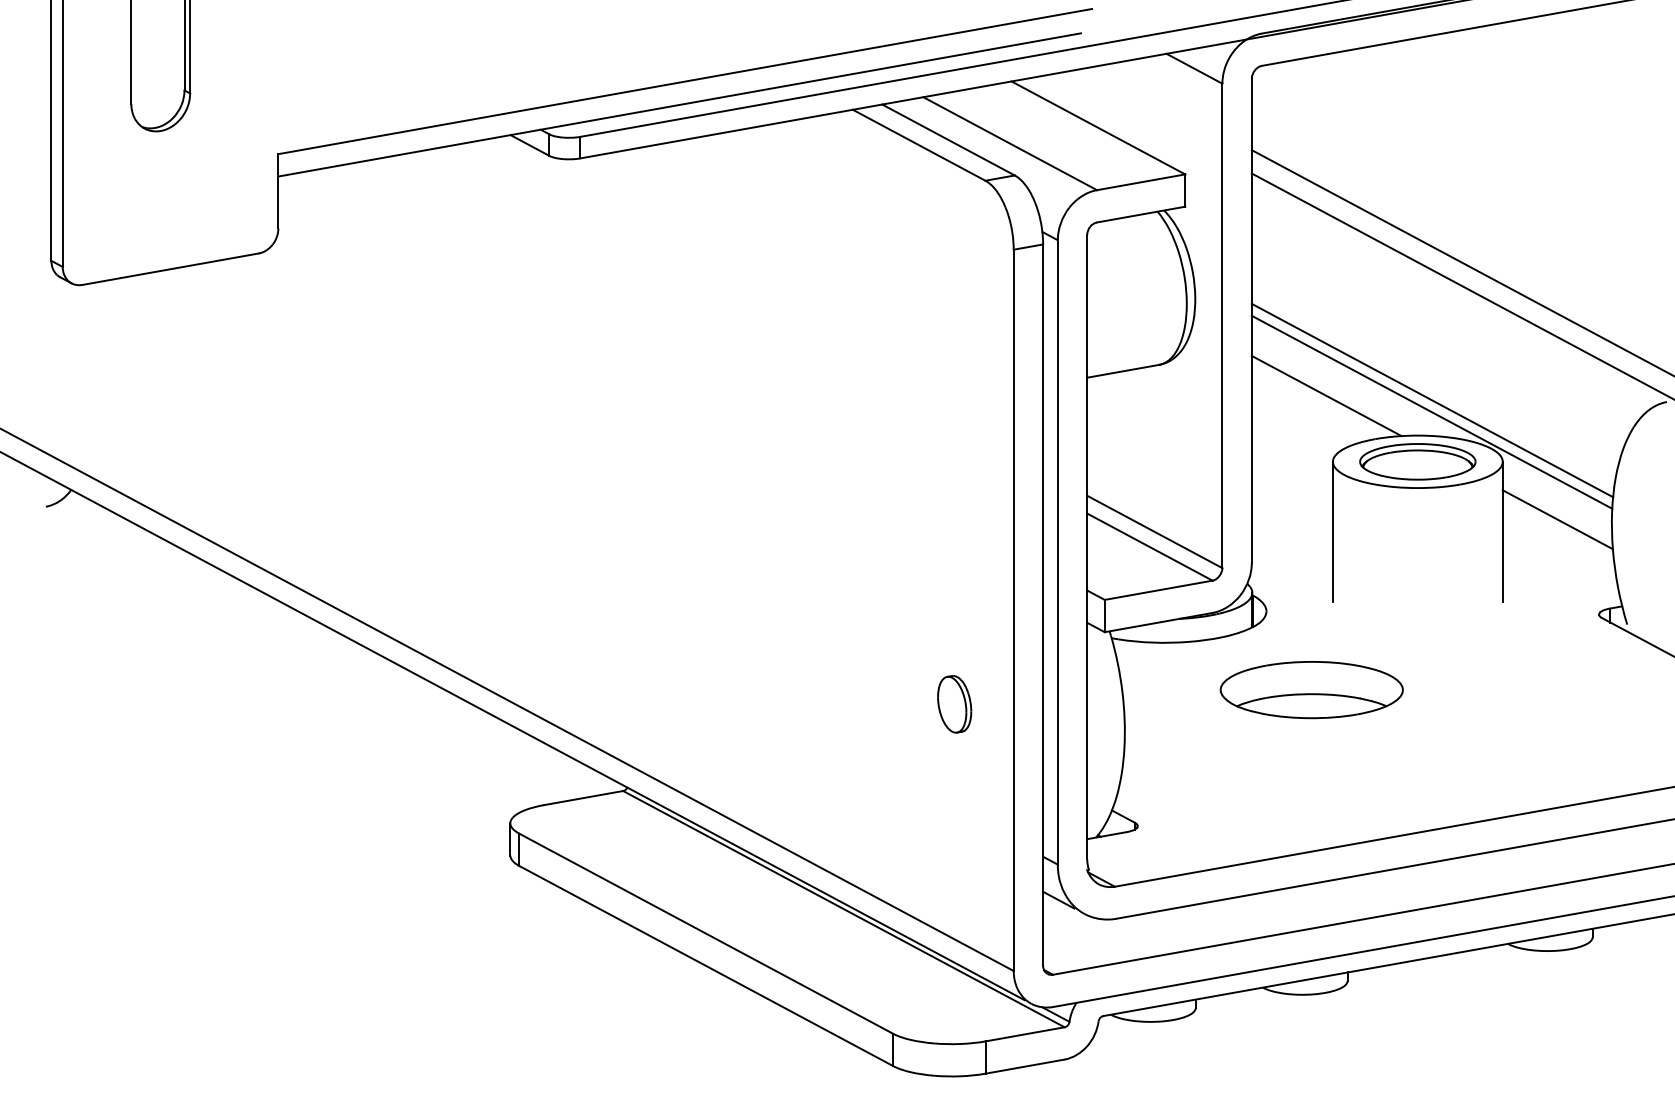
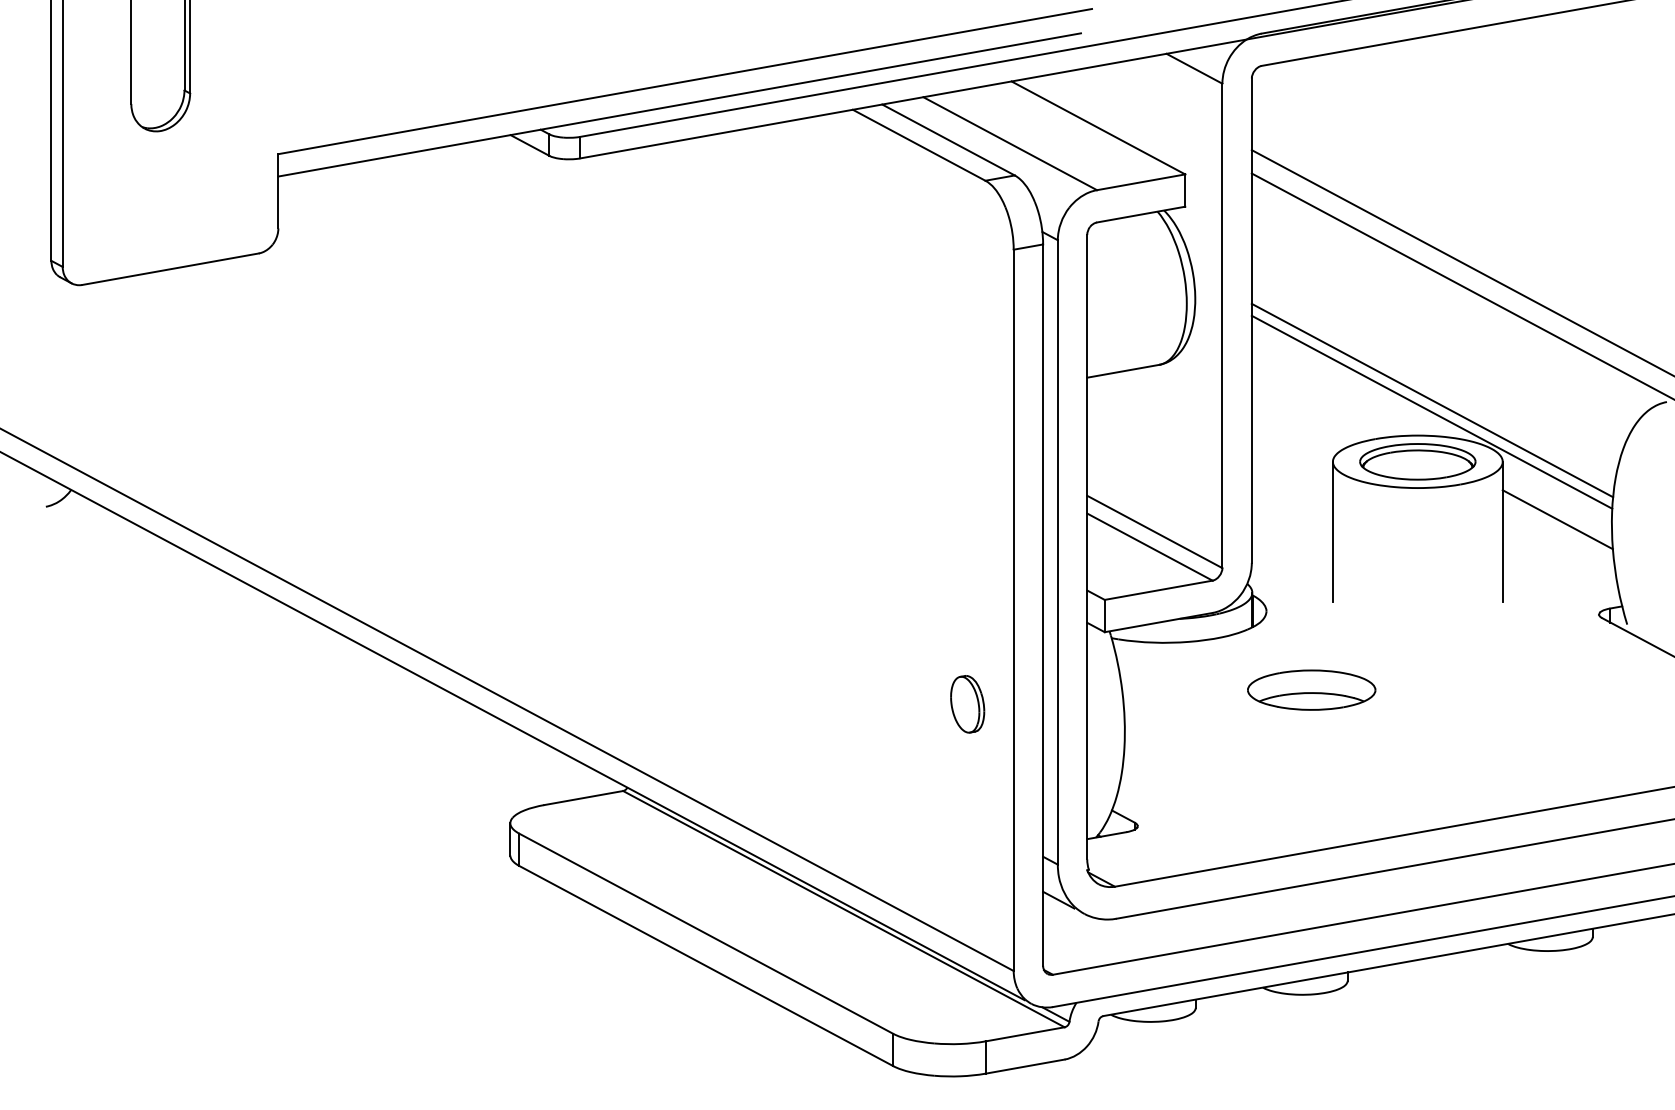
line at (1326, 395): present -> none
part at (1311, 690) size: 185x59 px -> 130x42 px
part at (954, 704) position: (954, 704) -> (967, 704)
